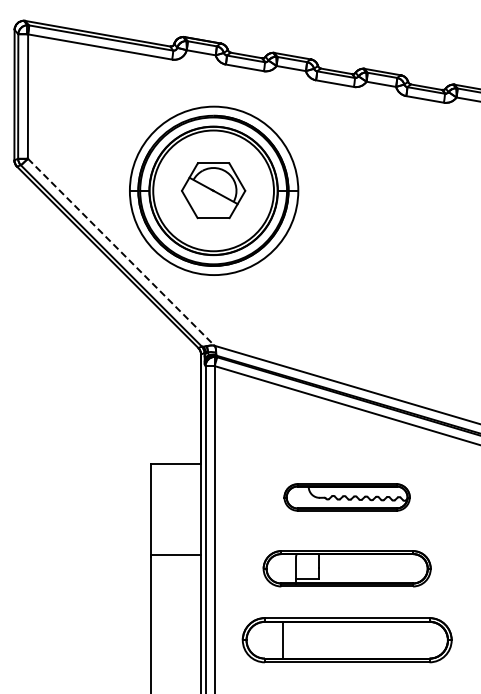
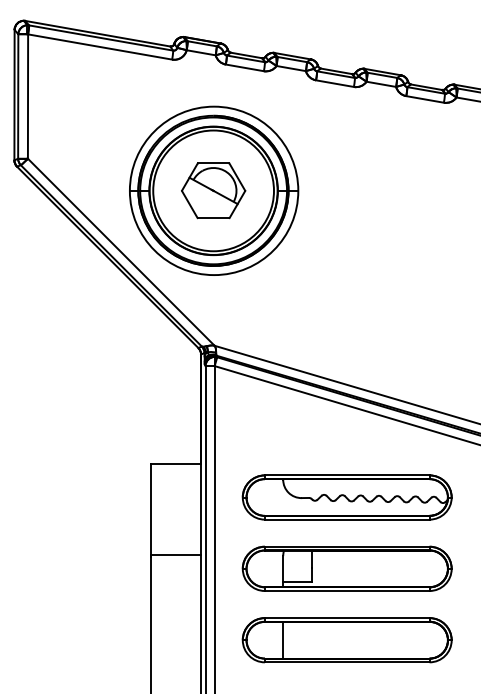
line at (121, 252): dashed -> solid
part at (346, 497) size: 128x29 px -> 212x47 px
part at (346, 568) size: 170x38 px -> 212x47 px
